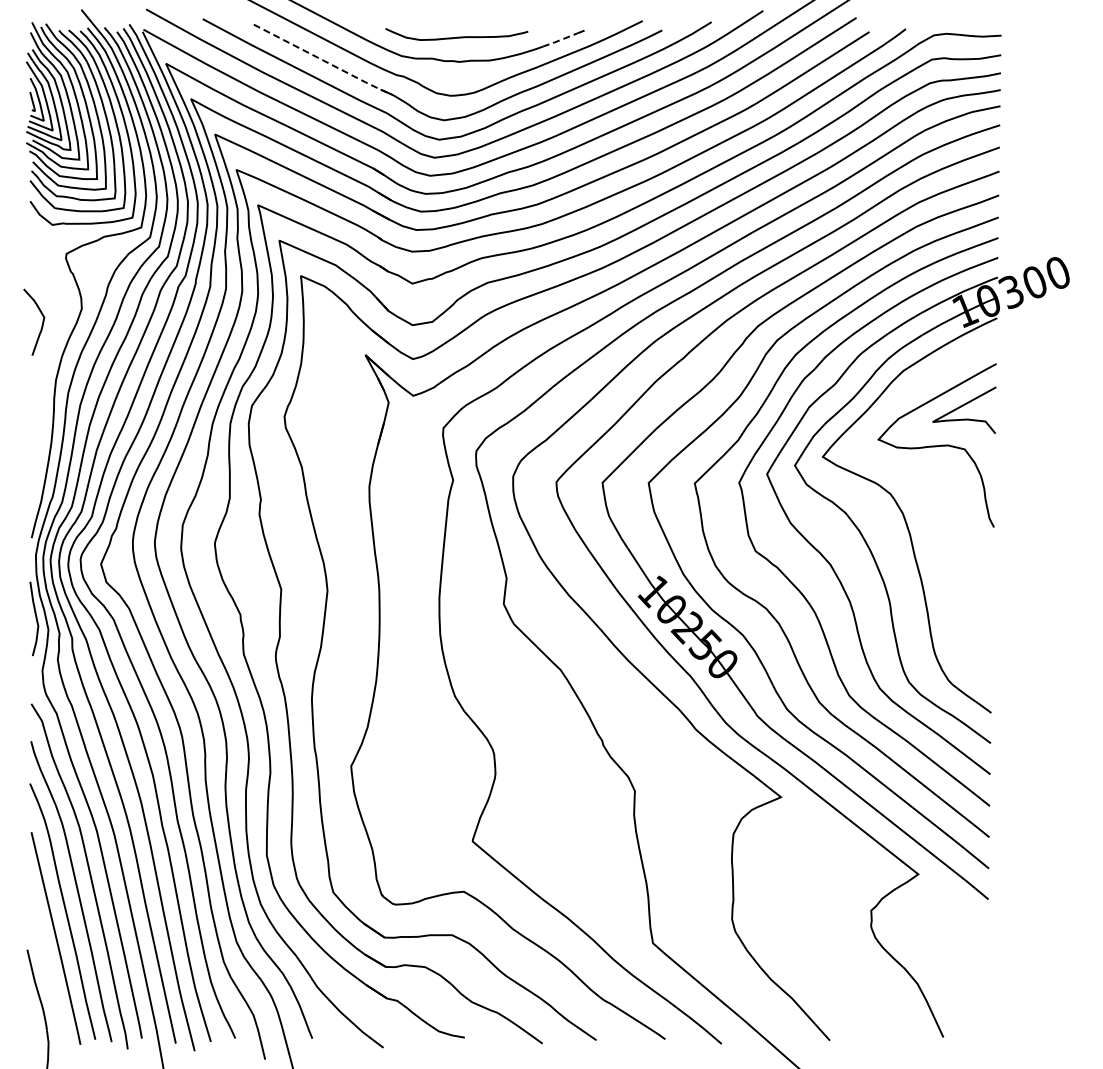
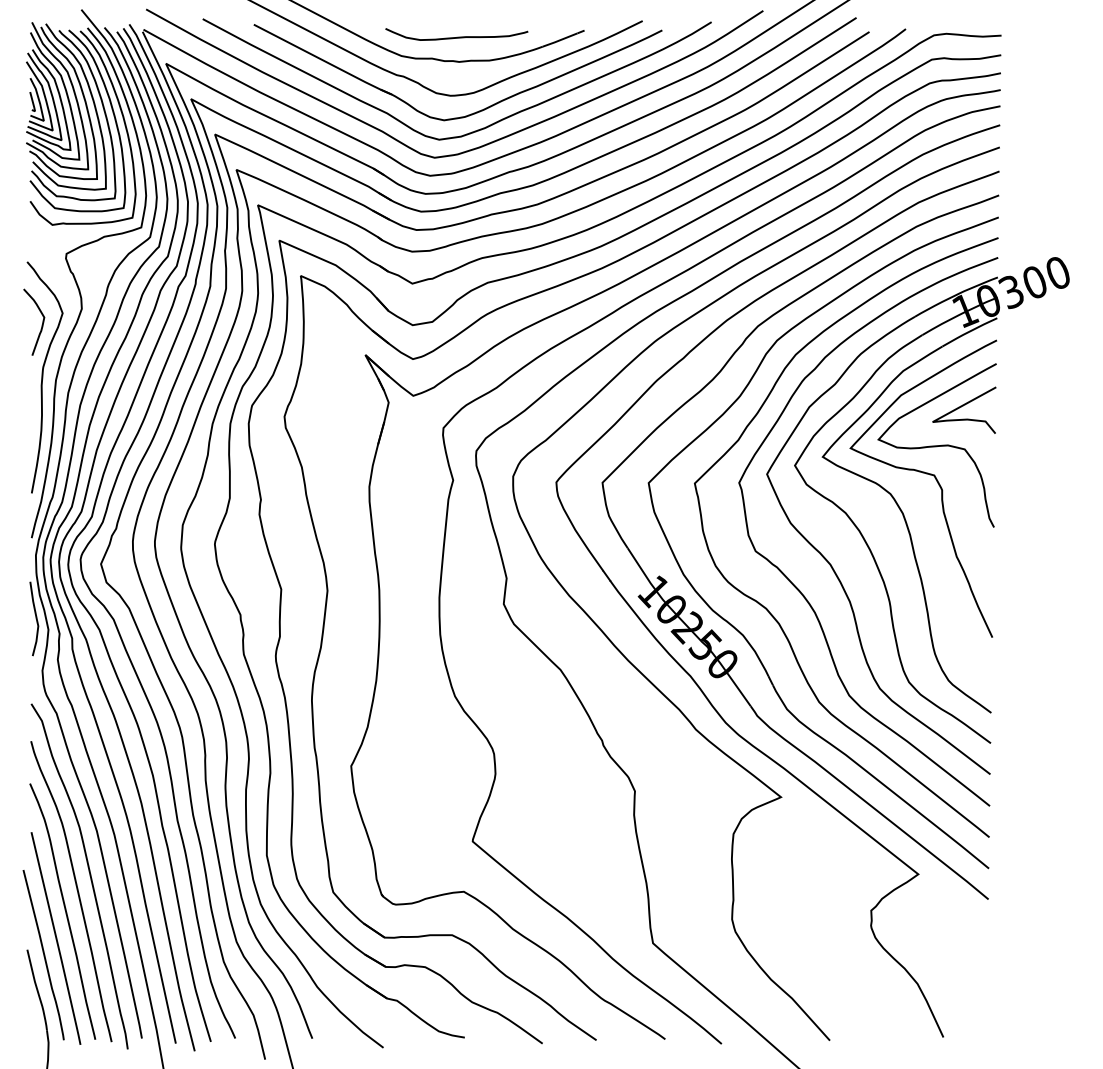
line at (560, 40): dashed -> solid
line at (323, 60): dashed -> solid
curve at (43, 377): none -> present
curve at (926, 474): none -> present
curve at (43, 955): none -> present
